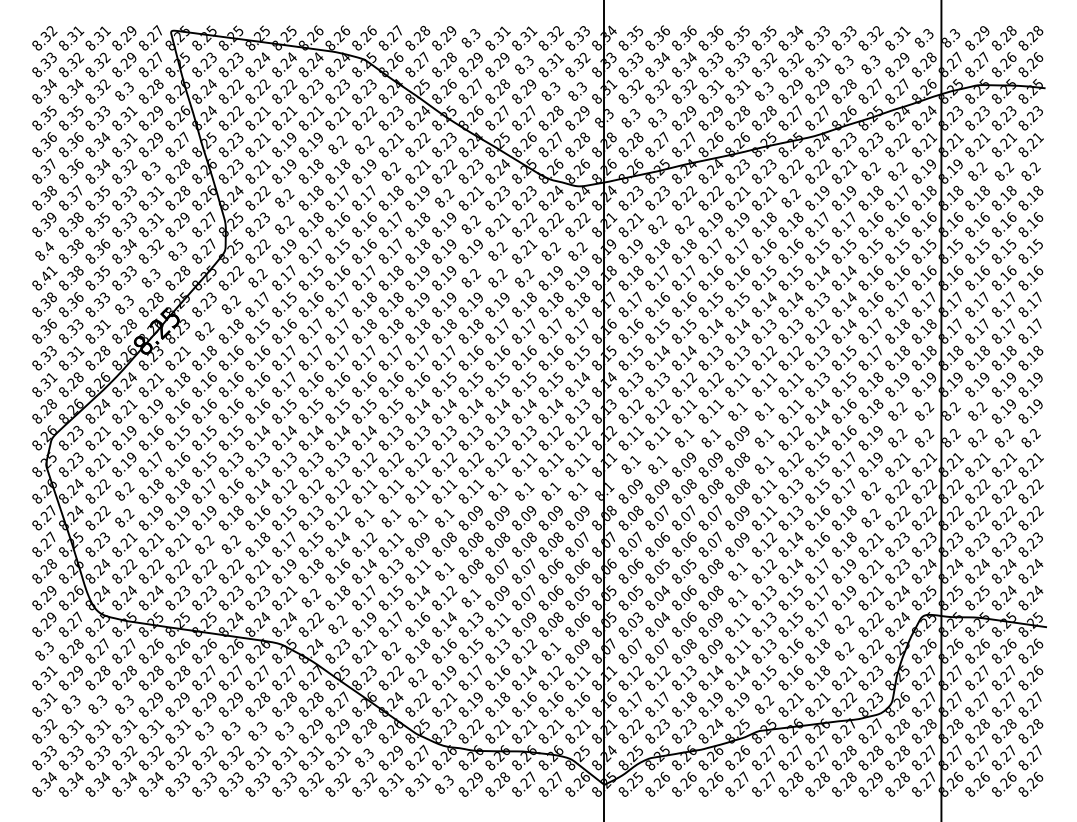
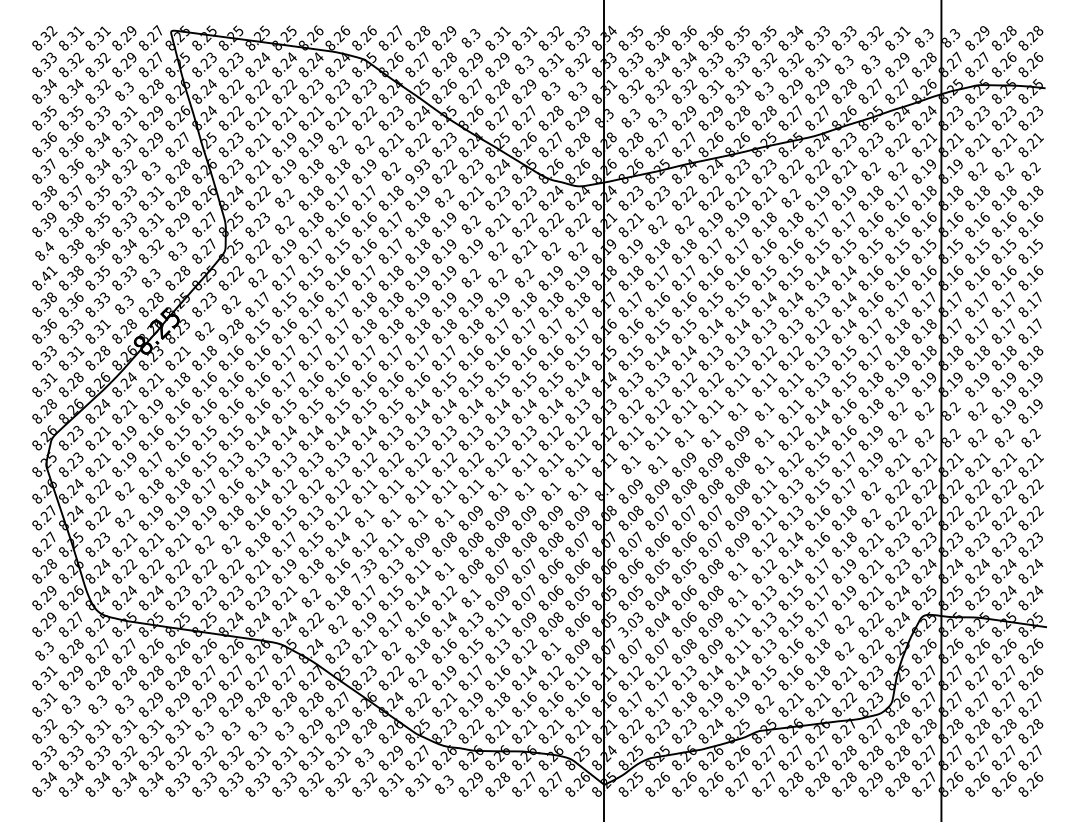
text at (418, 171): 8.21 -> 9.93
text at (227, 334): 8.18 -> 9.28
text at (363, 570): 8.14 -> 7.33
text at (623, 632): 8.03 -> 3.03
